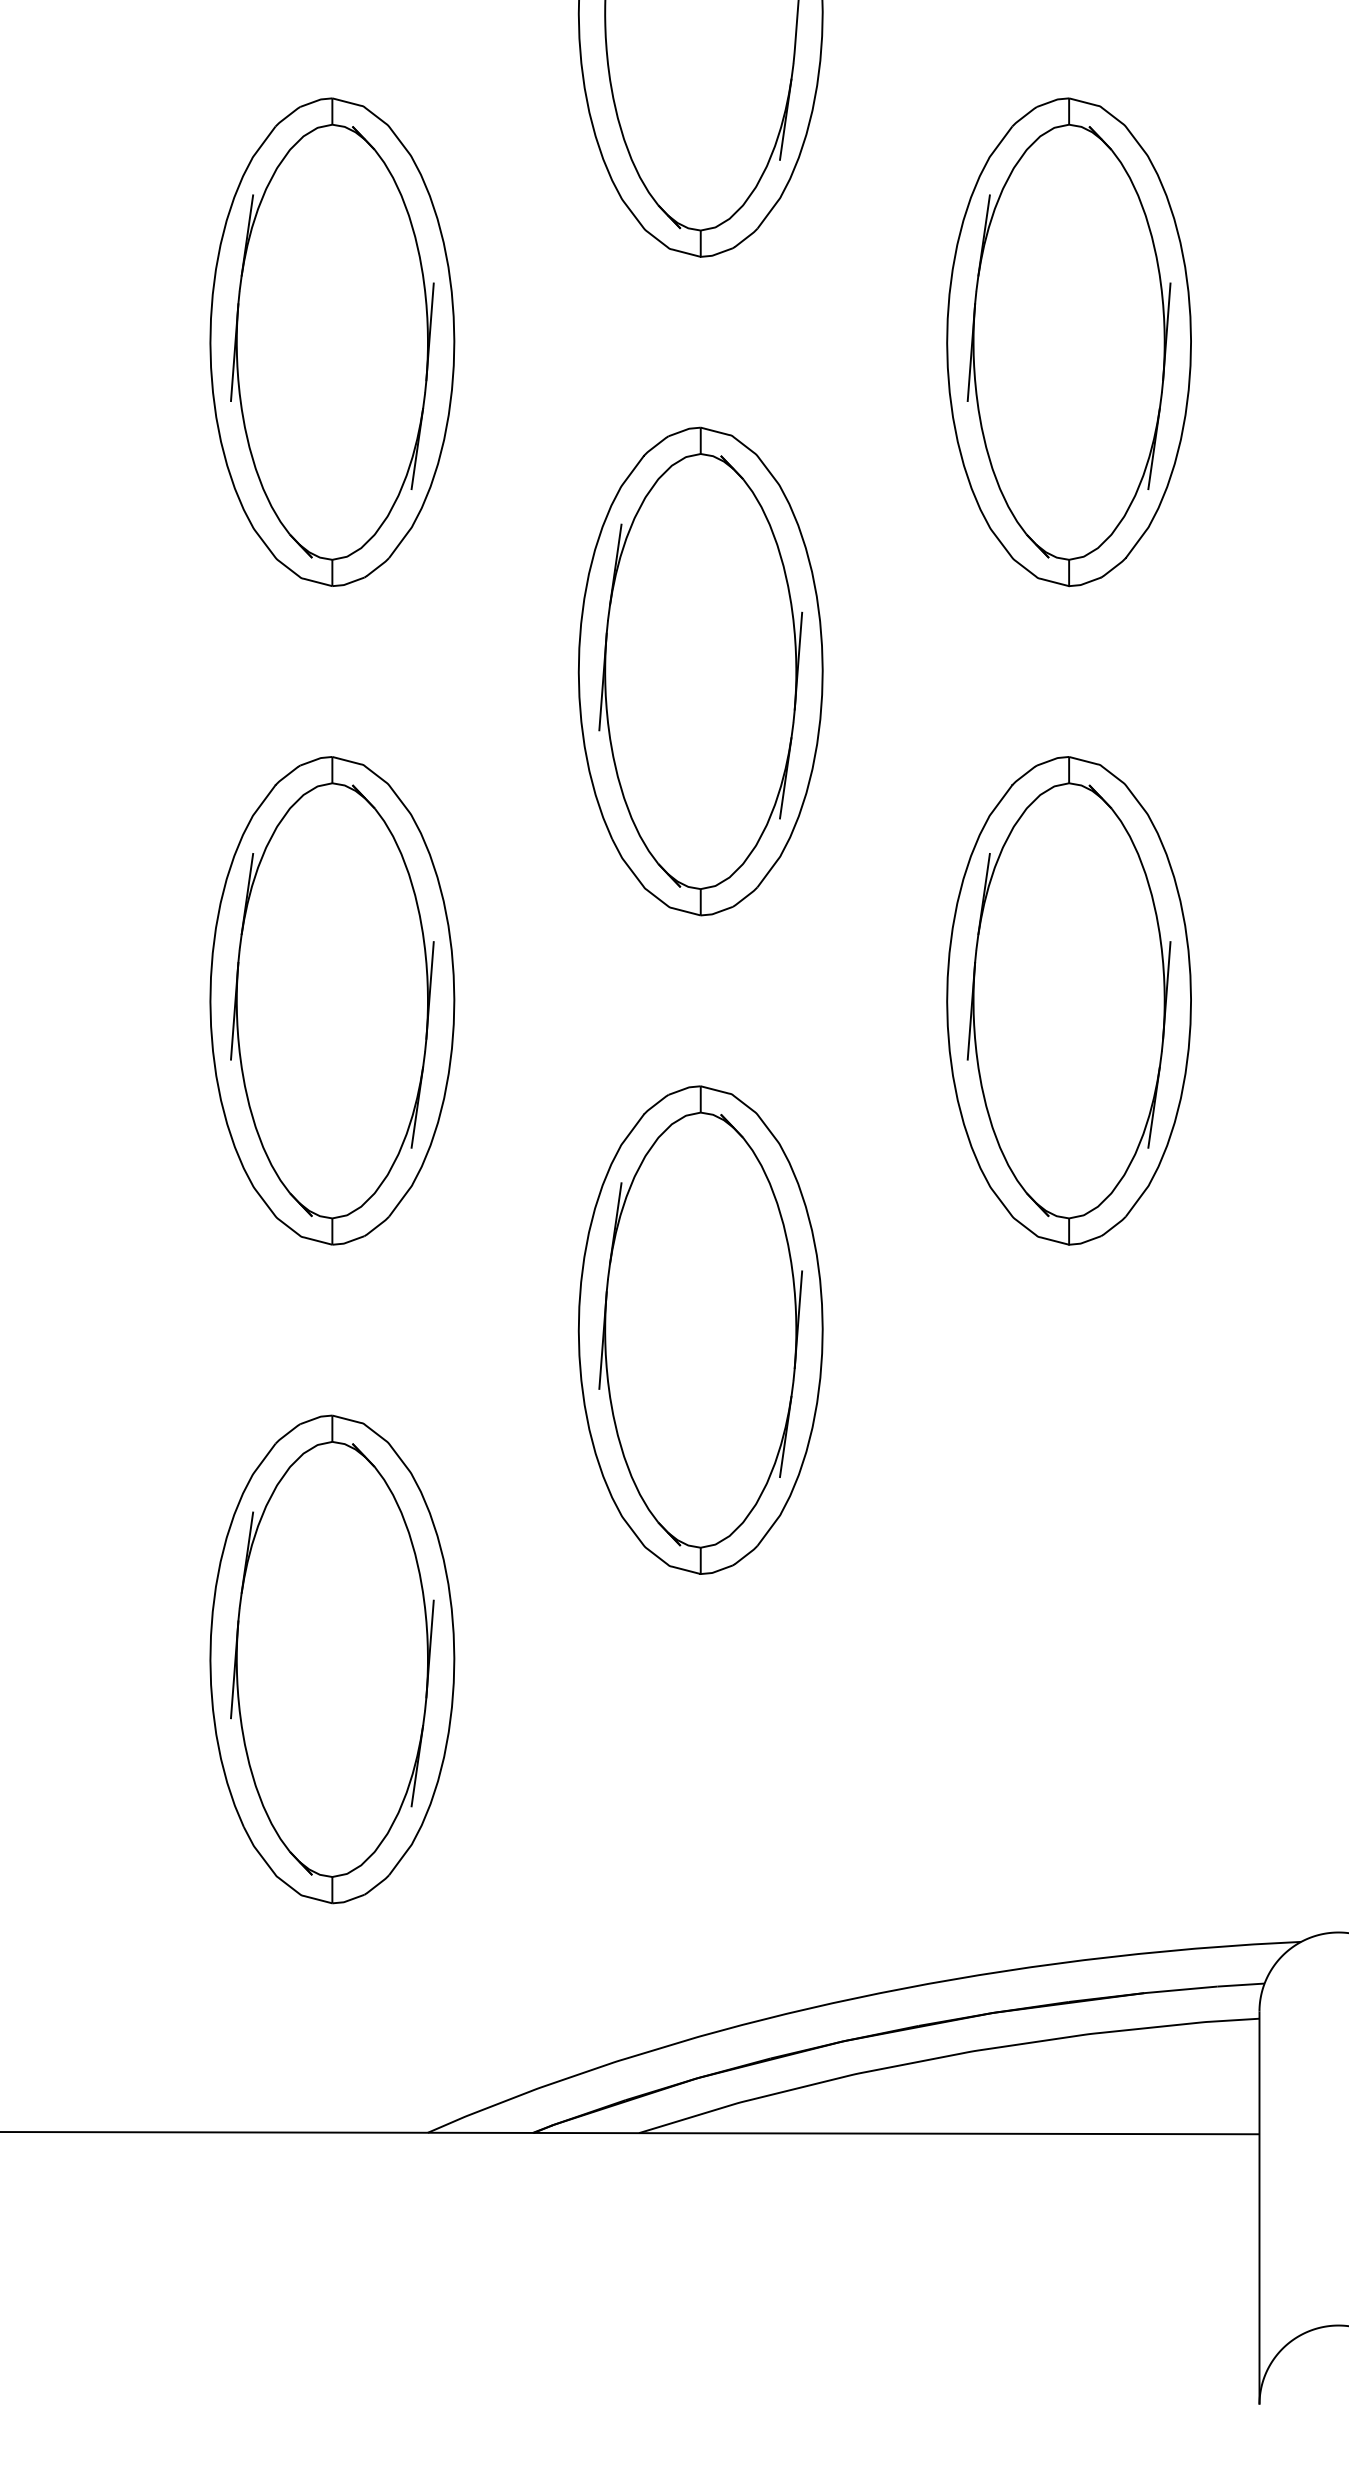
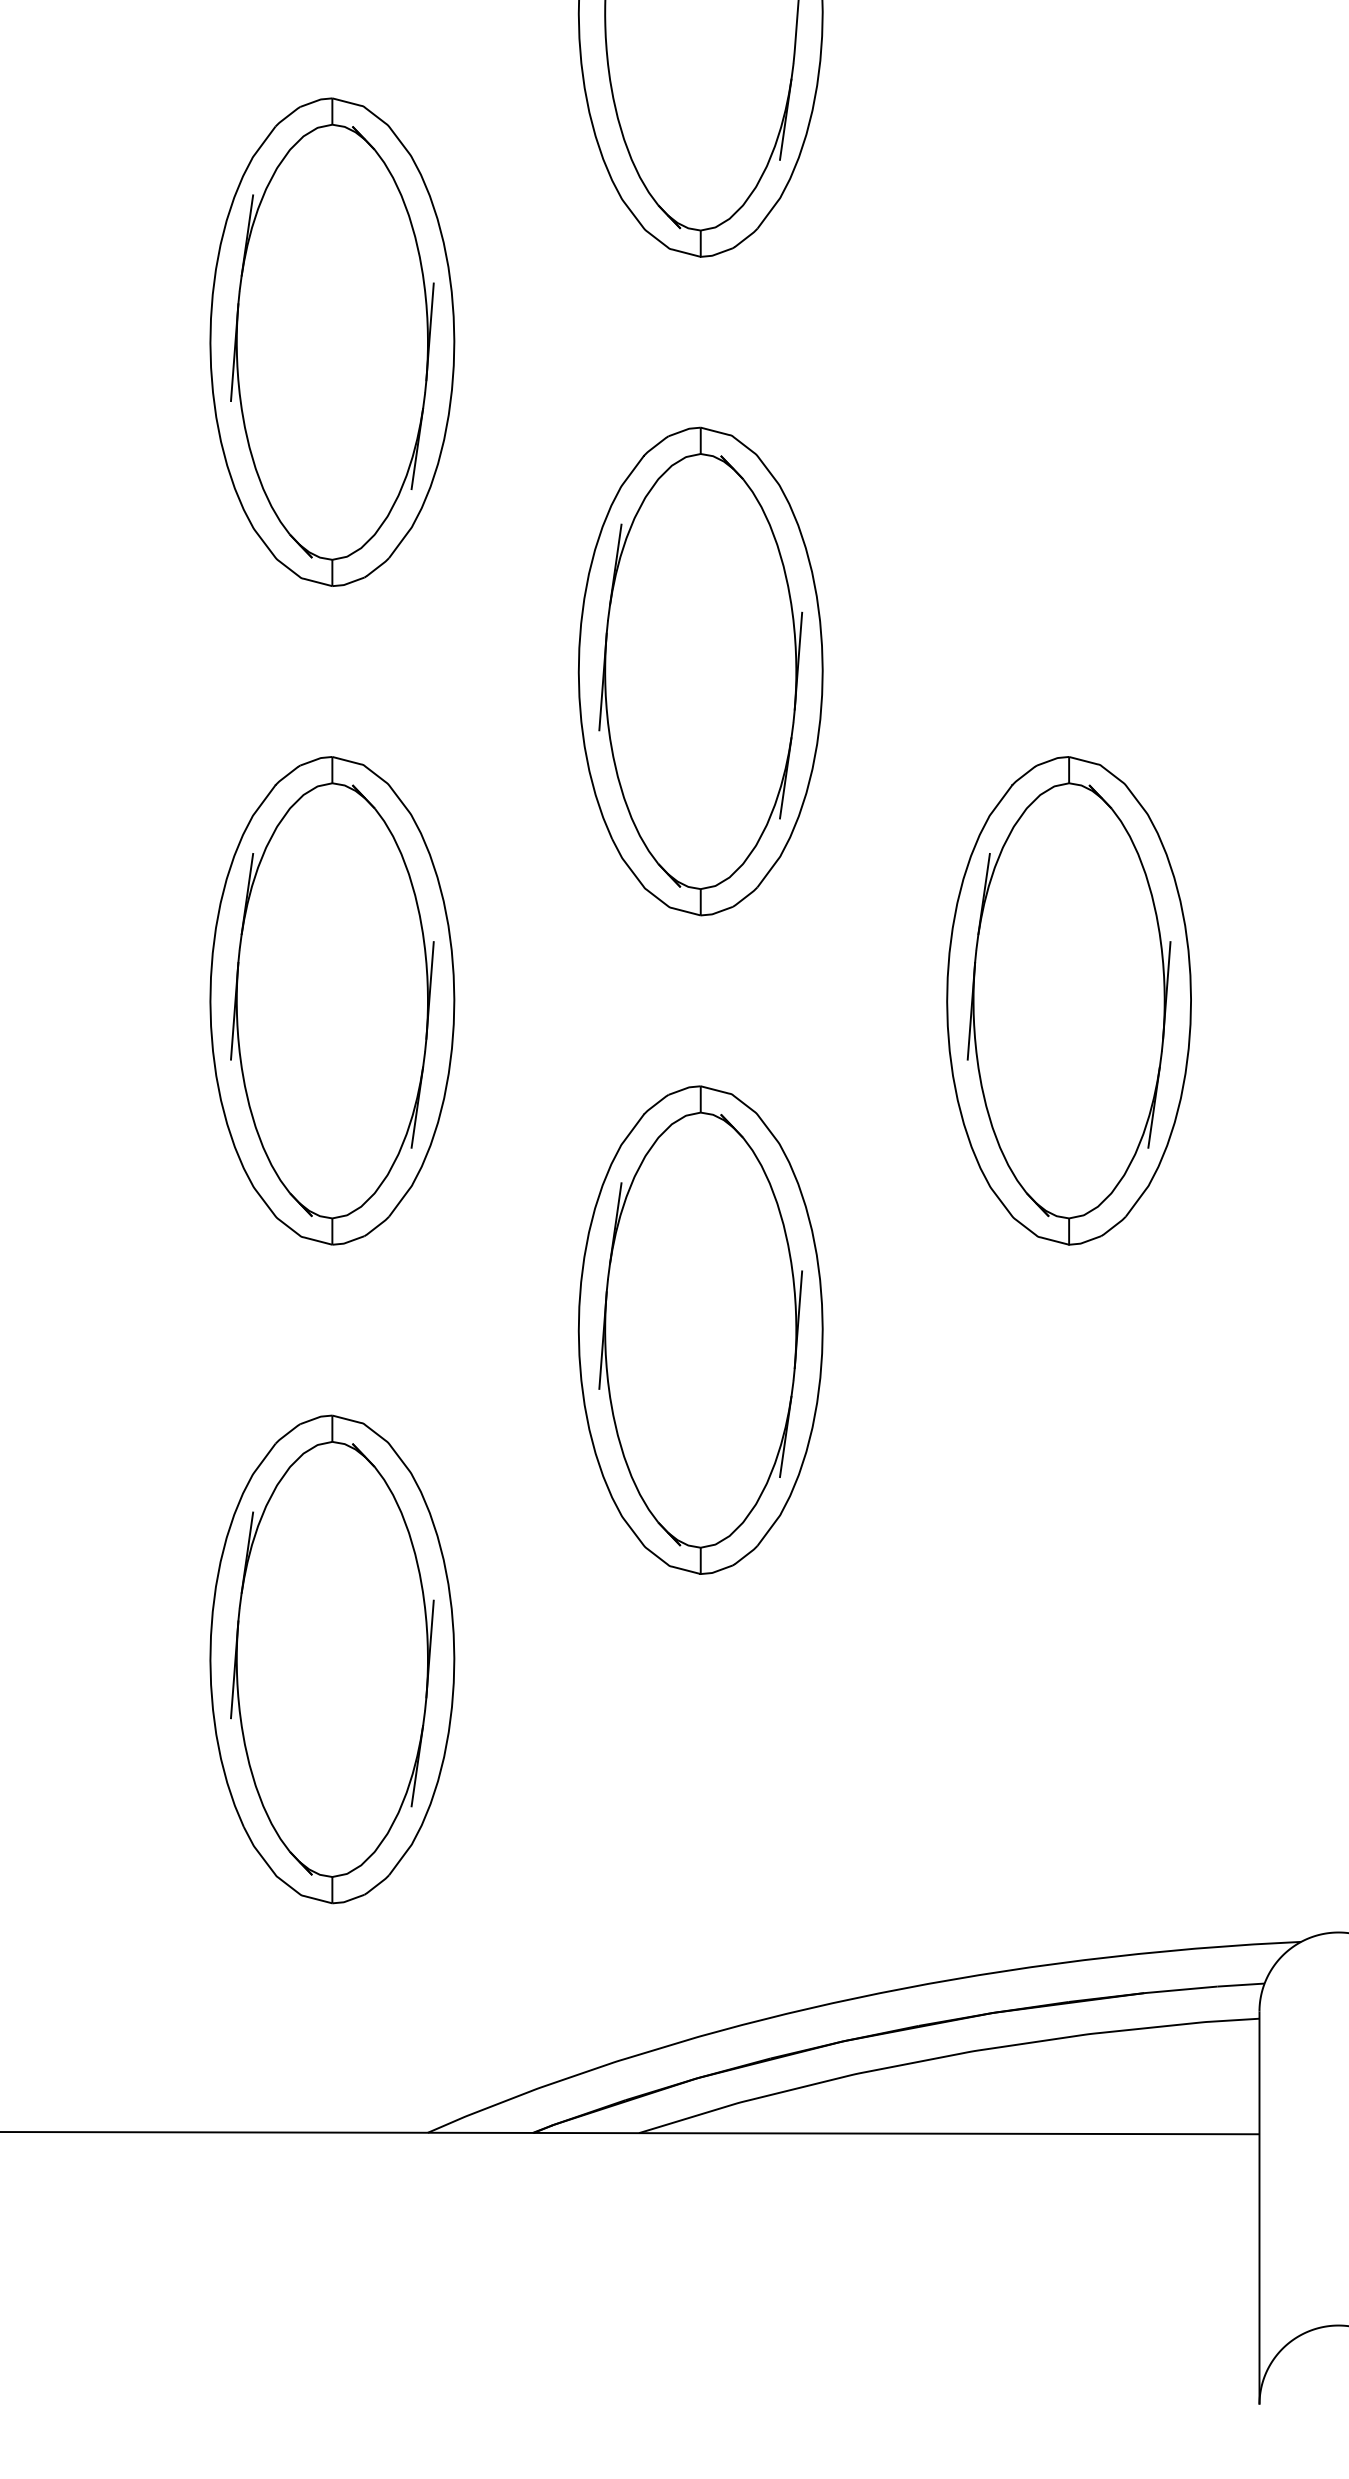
part at (1068, 342): present -> none
